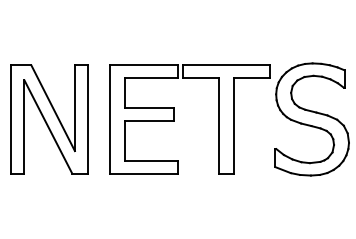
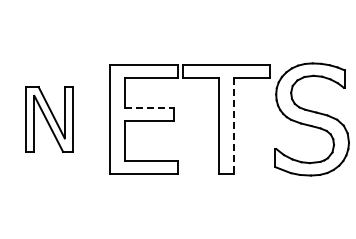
line at (149, 107): solid -> dashed
part at (49, 119) size: 79x111 px -> 49x67 px
line at (233, 125): solid -> dashed
